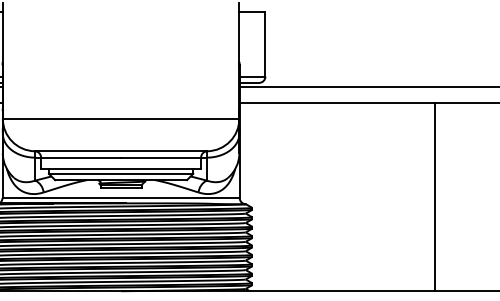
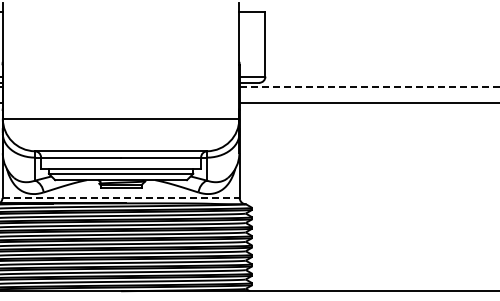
line at (369, 87): solid -> dashed
line at (434, 196): present -> none
line at (121, 198): solid -> dashed
